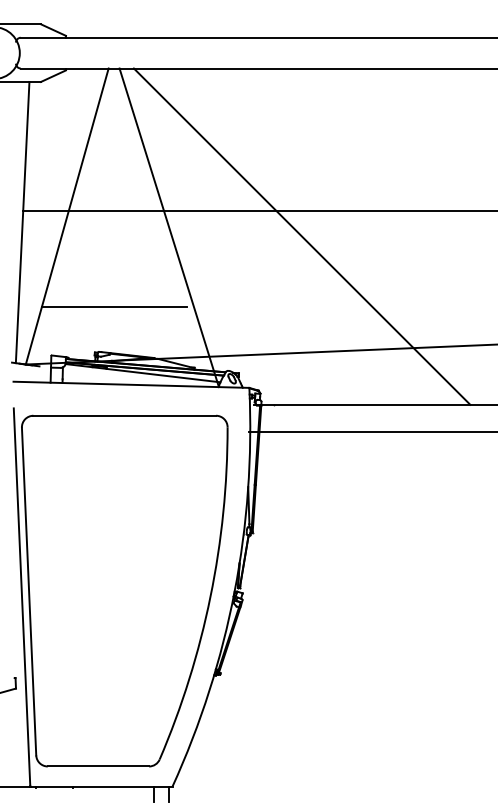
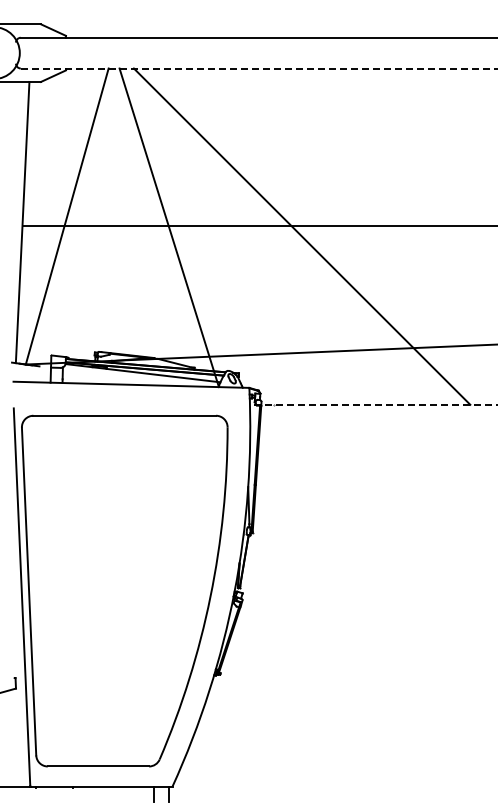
line at (259, 68): solid -> dashed
line at (258, 211) position: (258, 211) -> (258, 226)
line at (113, 307): present -> none
line at (375, 404): solid -> dashed
line at (371, 431): present -> none
